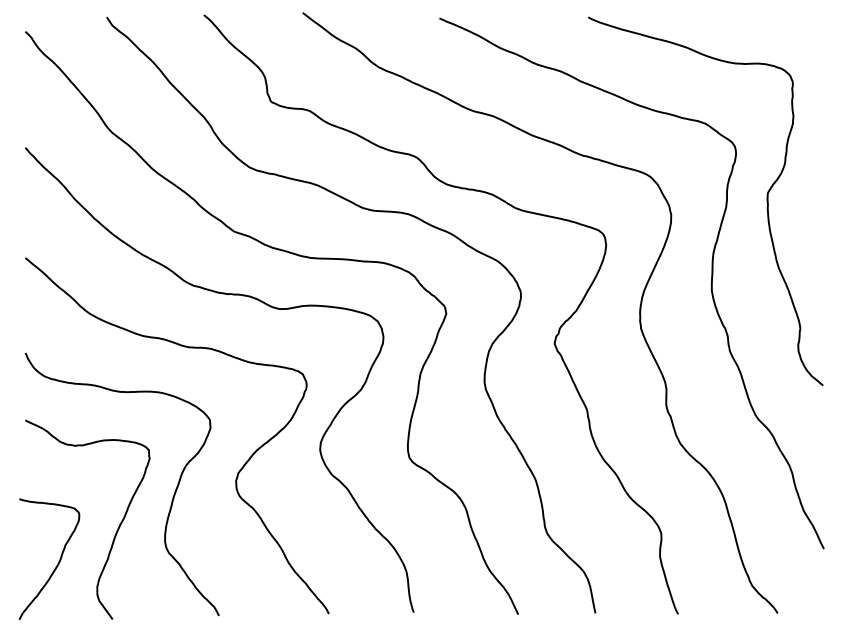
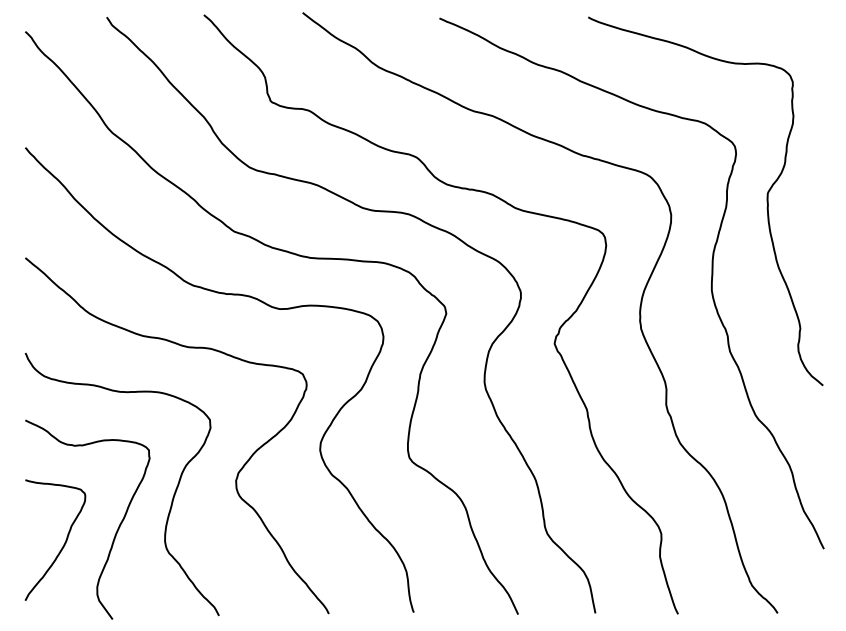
curve at (57, 563) position: (57, 563) -> (63, 544)
